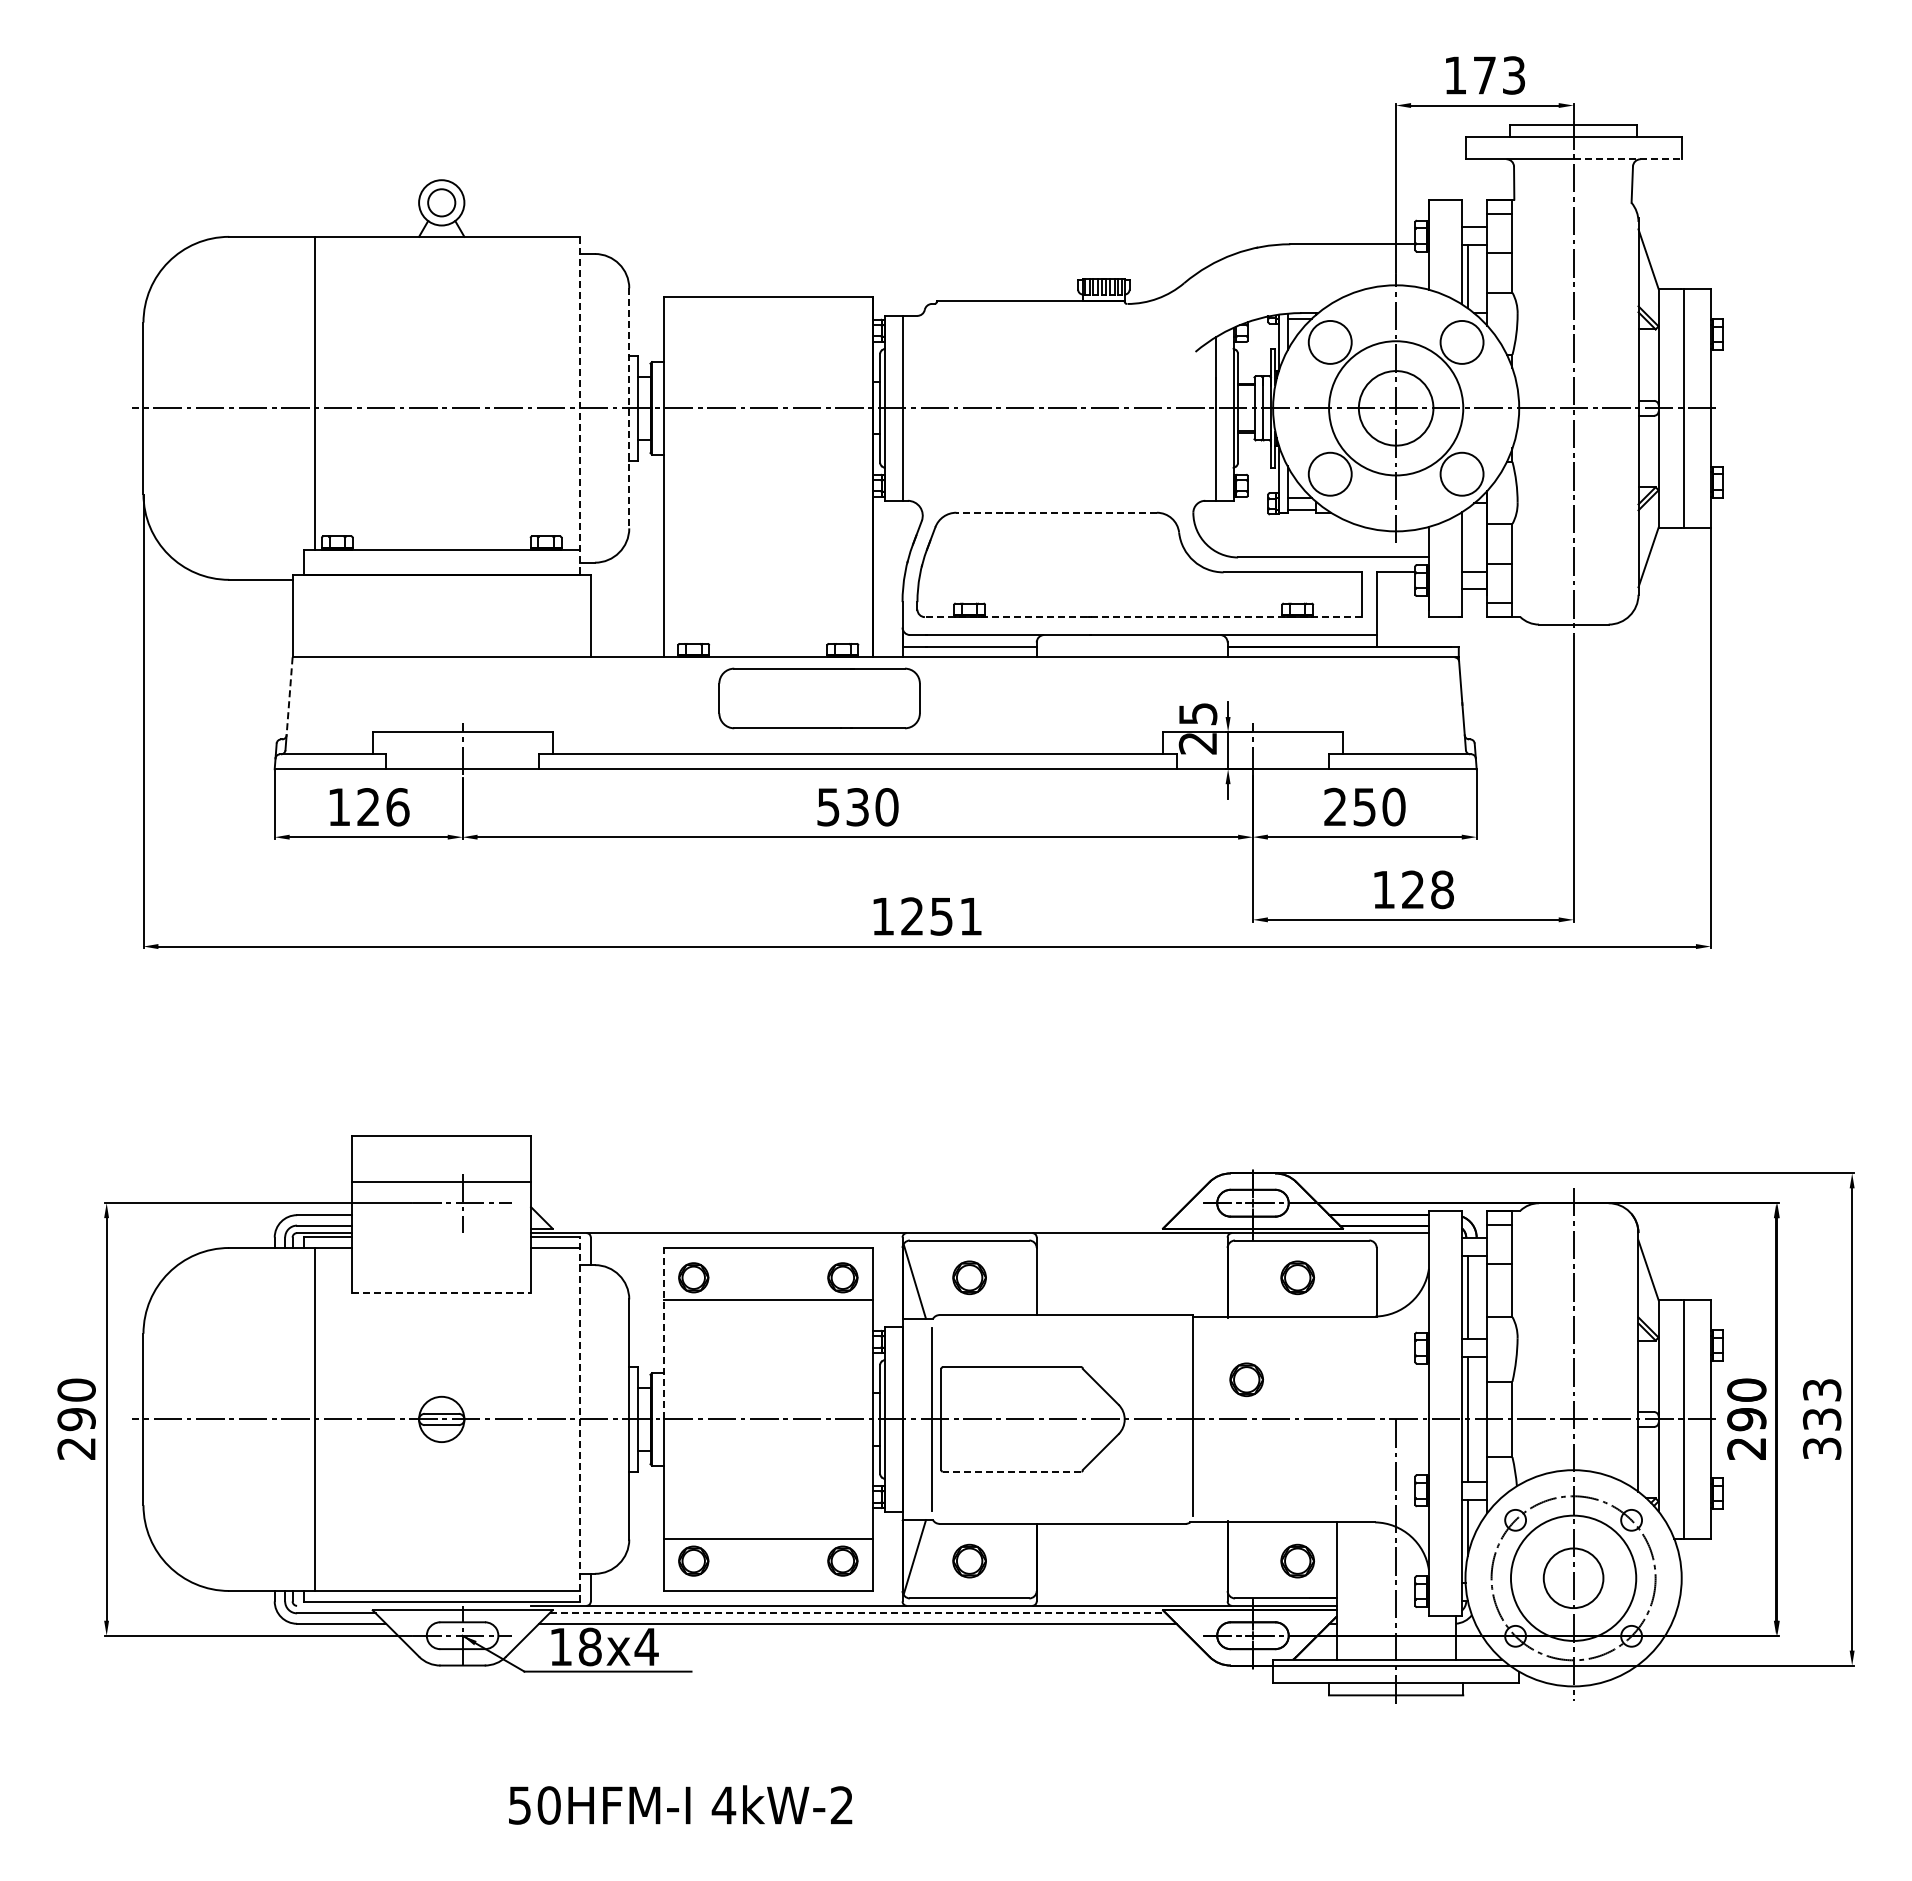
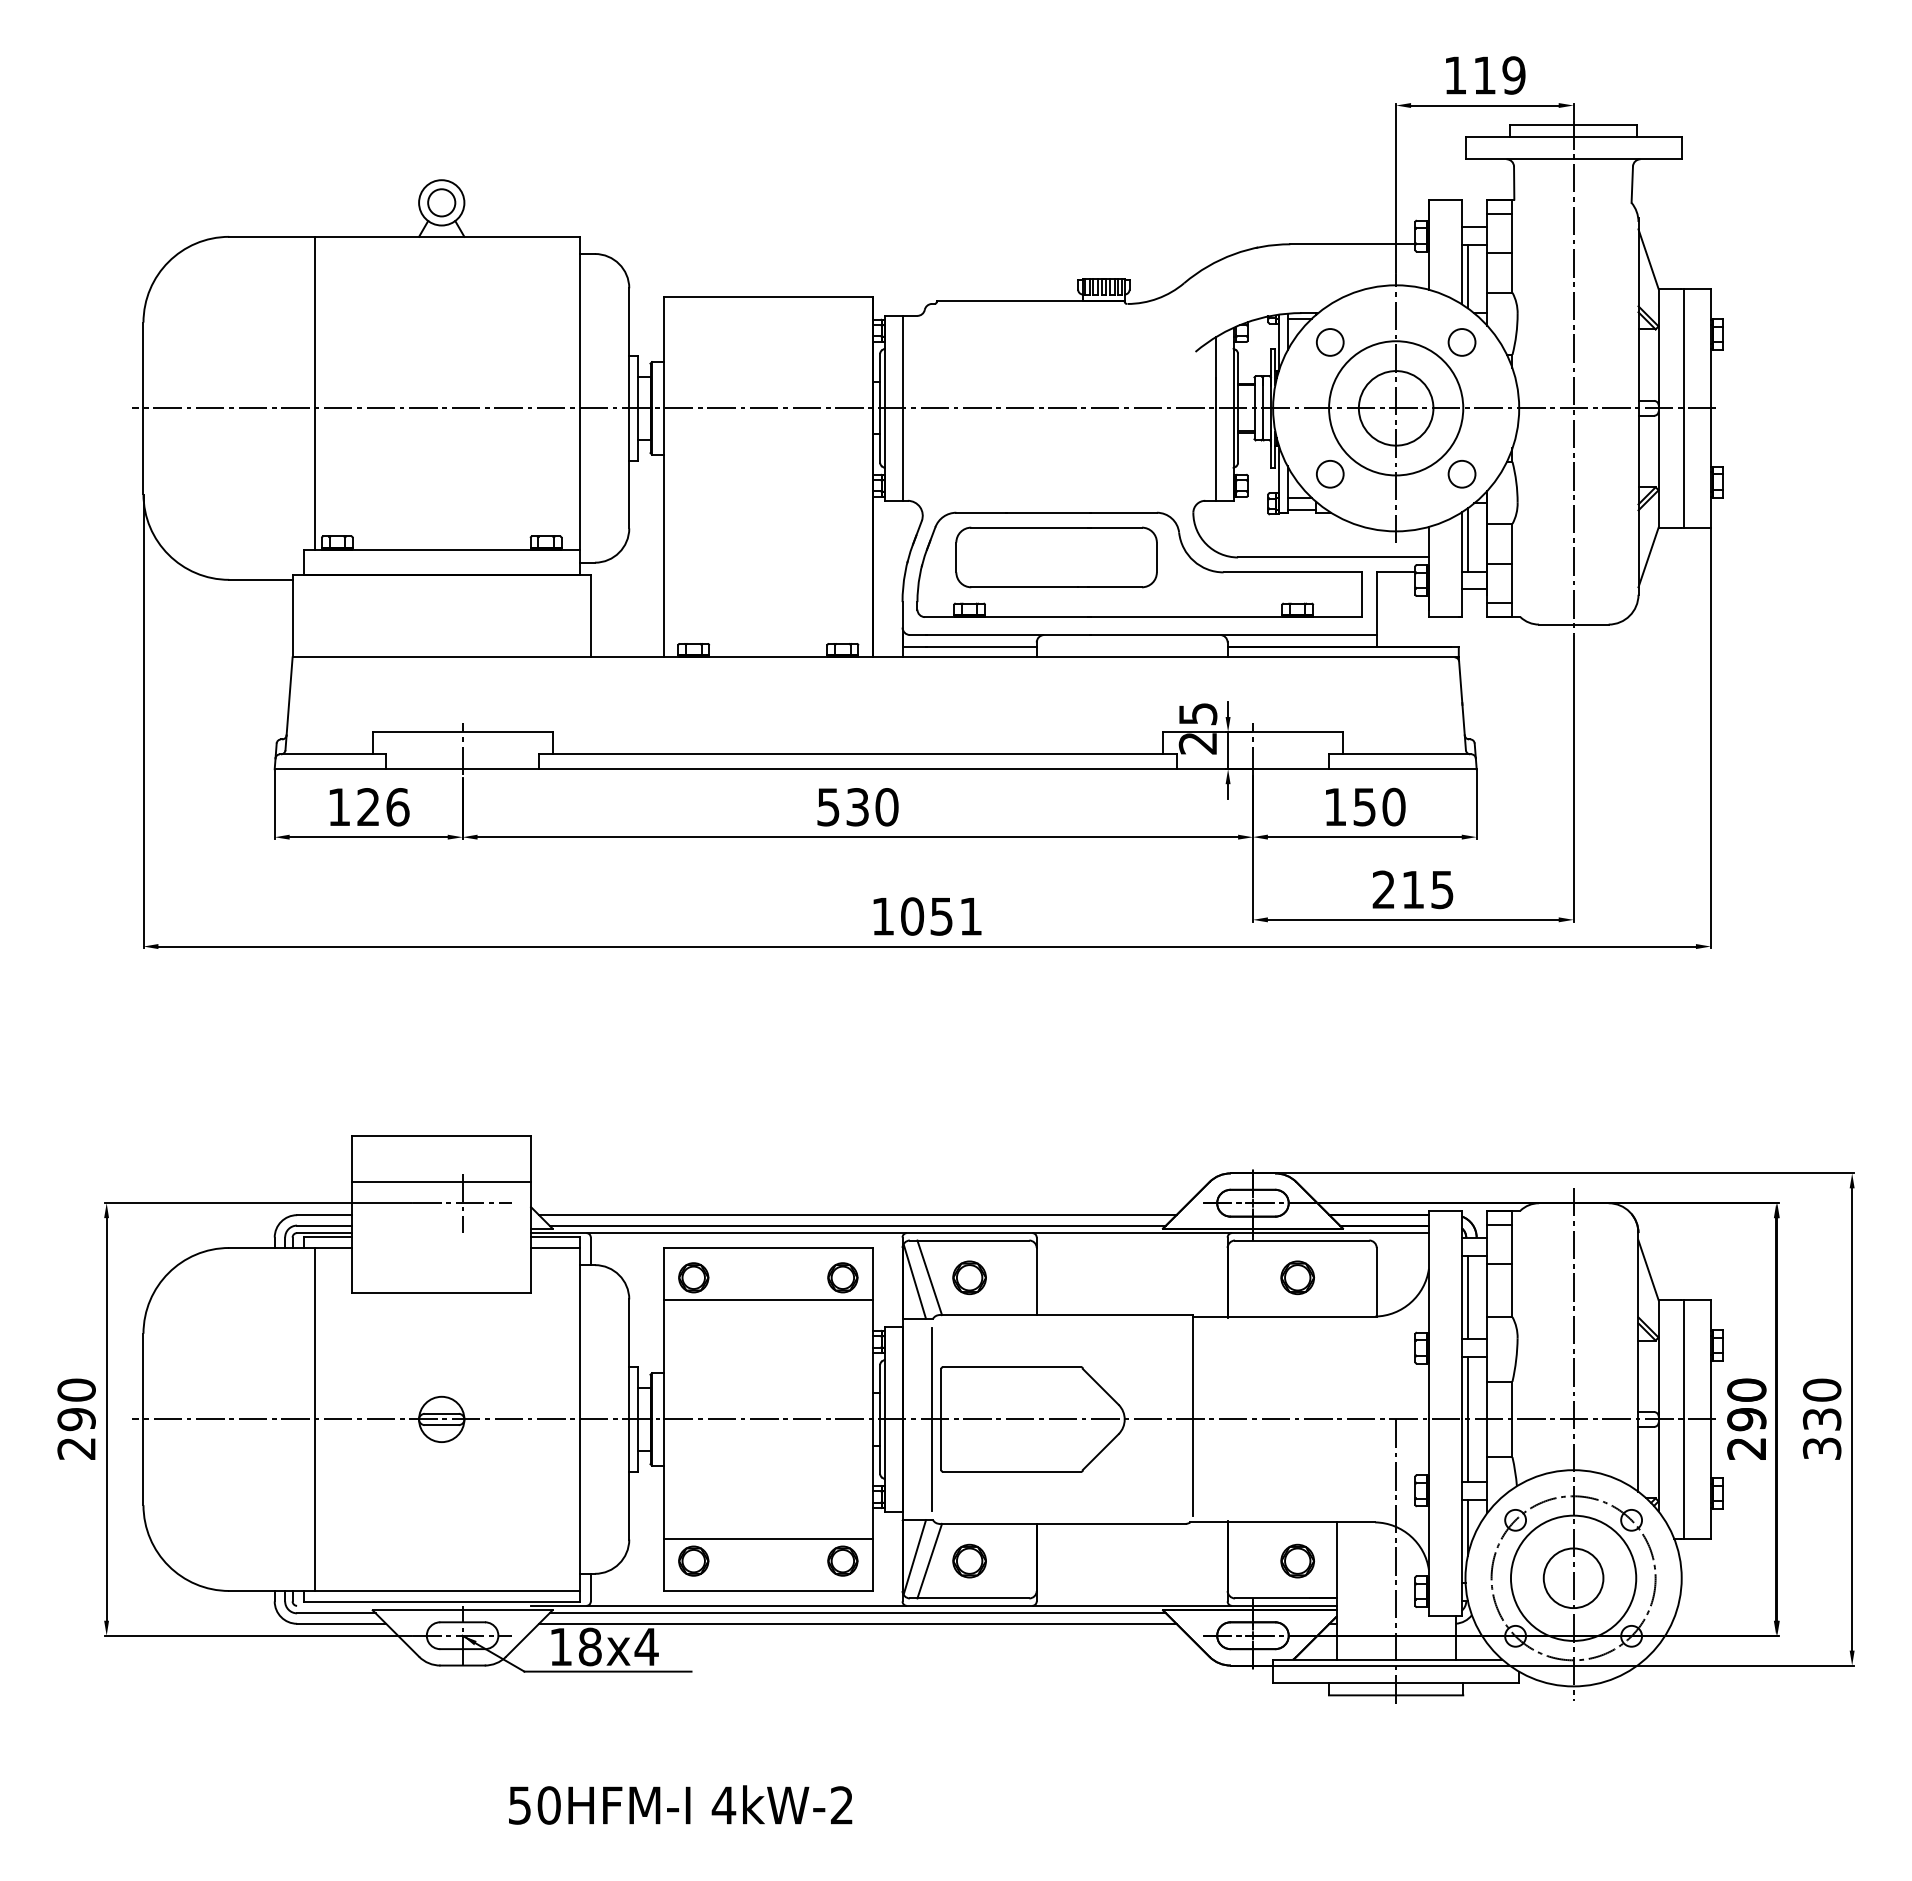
text at (1499, 75): 173 -> 119
line at (1628, 159): dashed -> solid
circle at (1329, 341) diameter: 43 px -> 27 px
circle at (1461, 341) diameter: 43 px -> 27 px
line at (579, 406): dashed -> solid
line at (629, 408): dashed -> solid
circle at (1329, 473) diameter: 43 px -> 27 px
circle at (1461, 473) diameter: 43 px -> 27 px
line at (1056, 512): dashed -> solid
line at (1467, 539): none -> present
line at (1142, 617): dashed -> solid
line at (289, 696): dashed -> solid
part at (819, 698) position: (819, 698) -> (1056, 557)
text at (1334, 806): 250 -> 150
text at (1412, 889): 128 -> 215
text at (912, 916): 1251 -> 1051
line at (857, 1215): none -> present
line at (857, 1225): none -> present
line at (929, 1277): none -> present
line at (442, 1293): dashed -> solid
line at (663, 1333): dashed -> solid
part at (1246, 1379): present -> none
text at (1822, 1389): 333 -> 330
line at (579, 1419): dashed -> solid
line at (1011, 1471): dashed -> solid
line at (929, 1560): none -> present
line at (858, 1613): dashed -> solid
